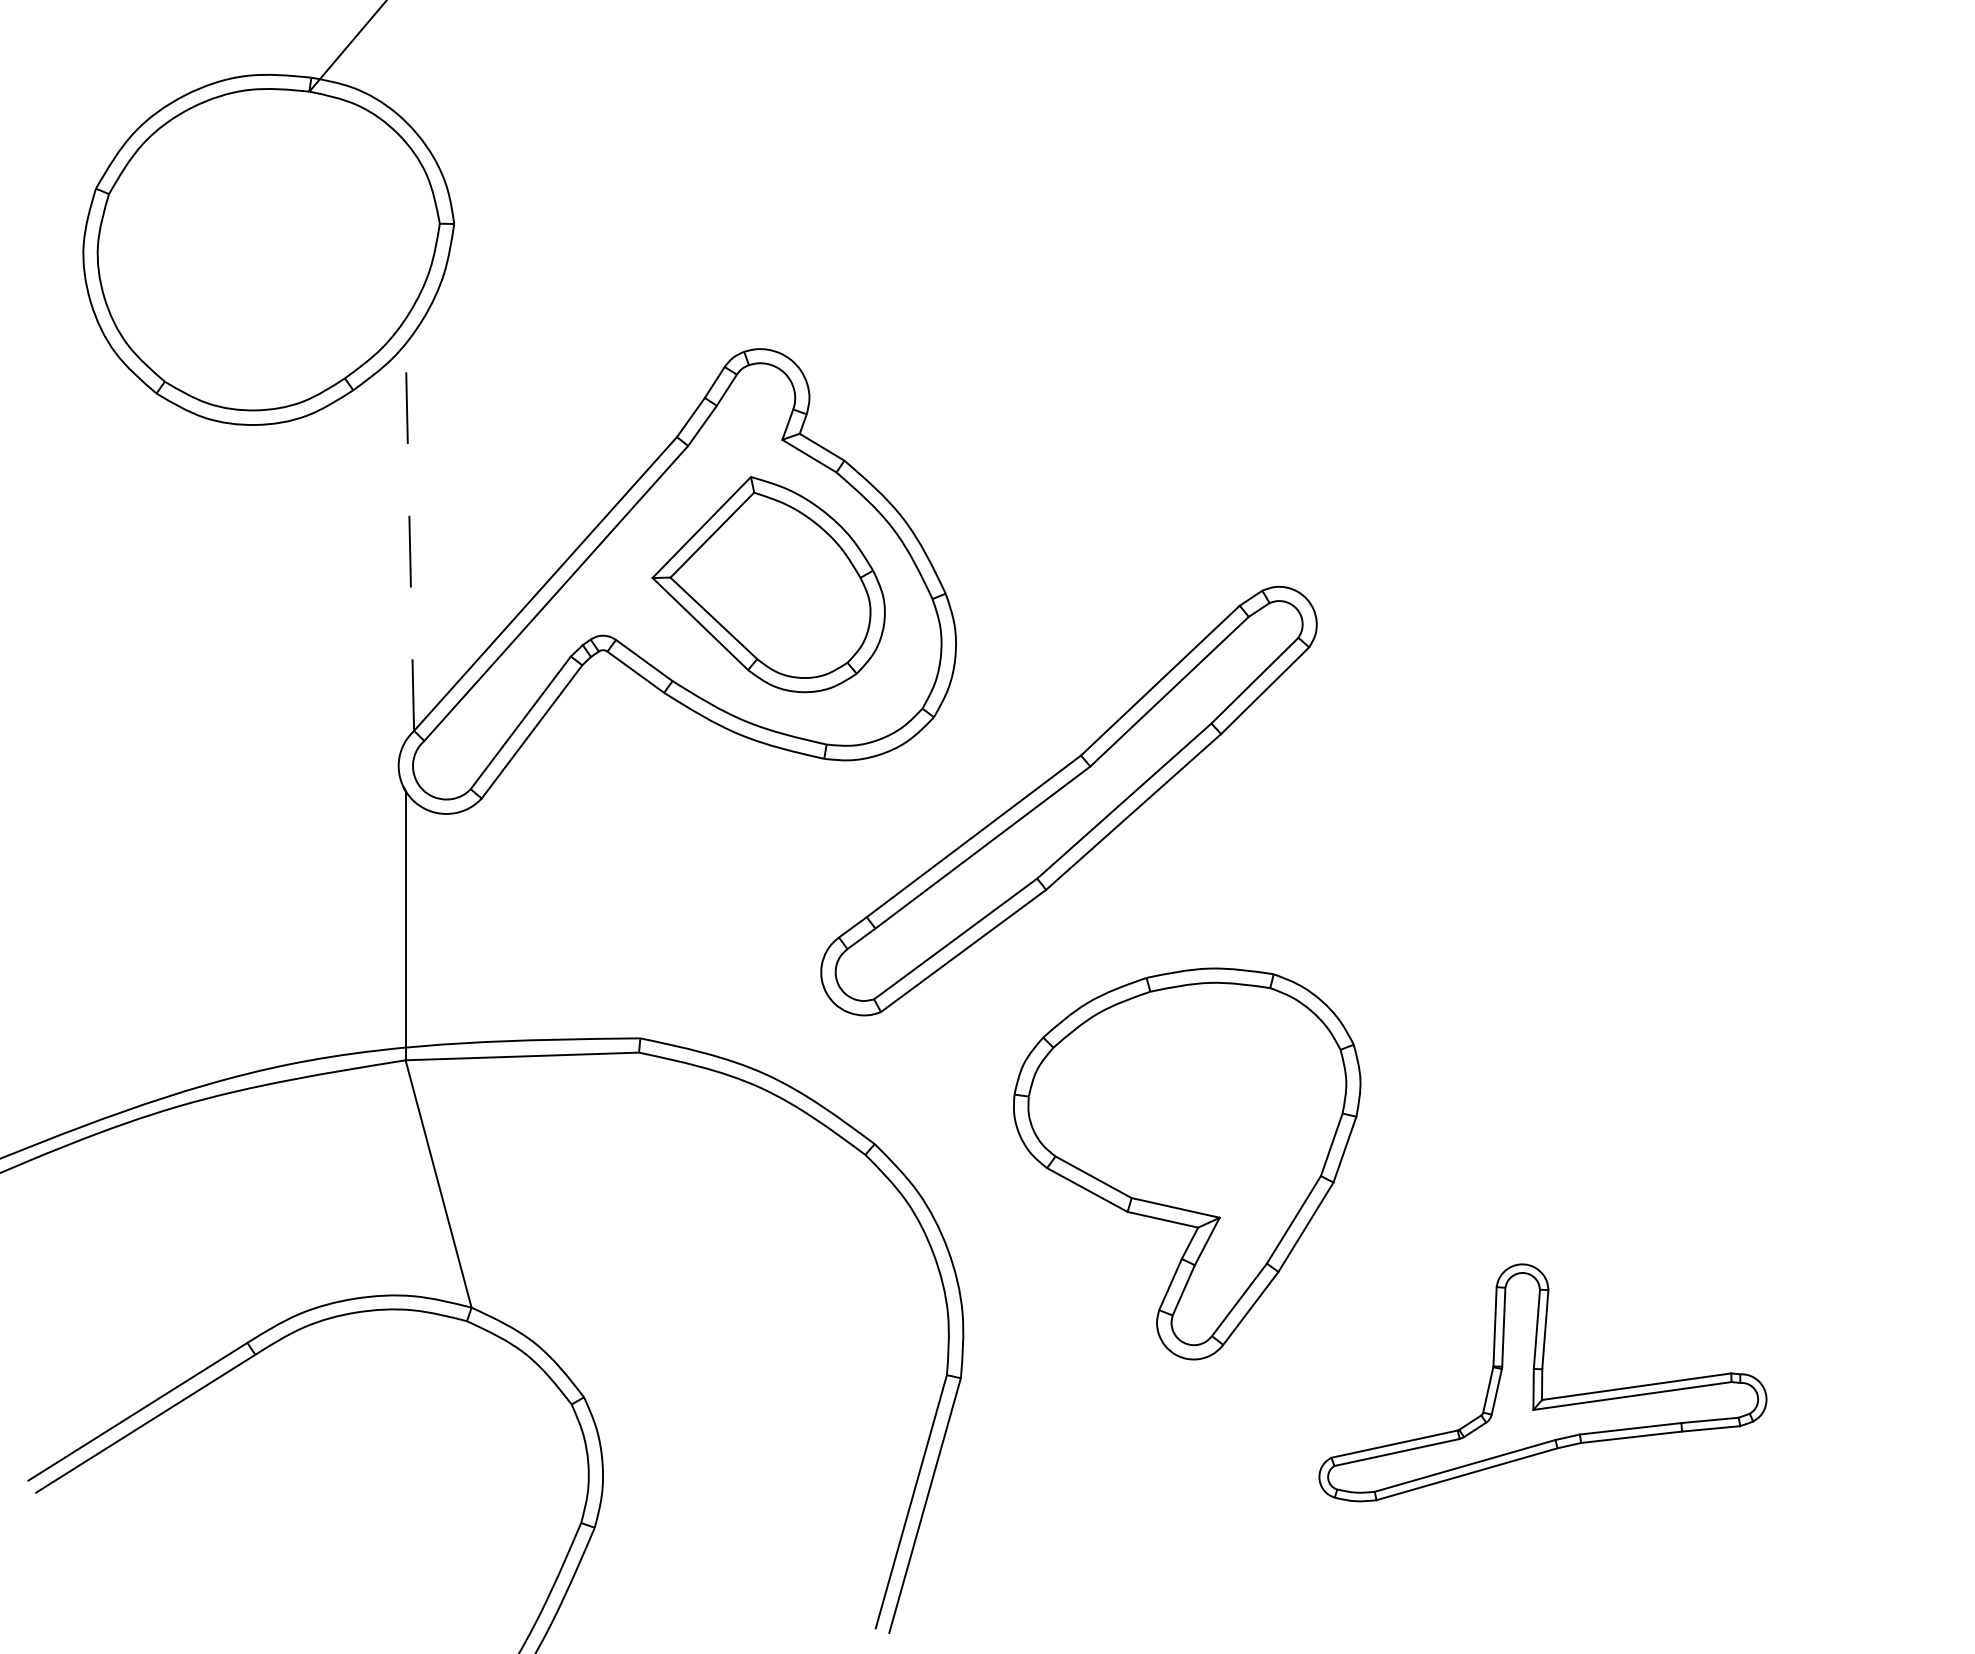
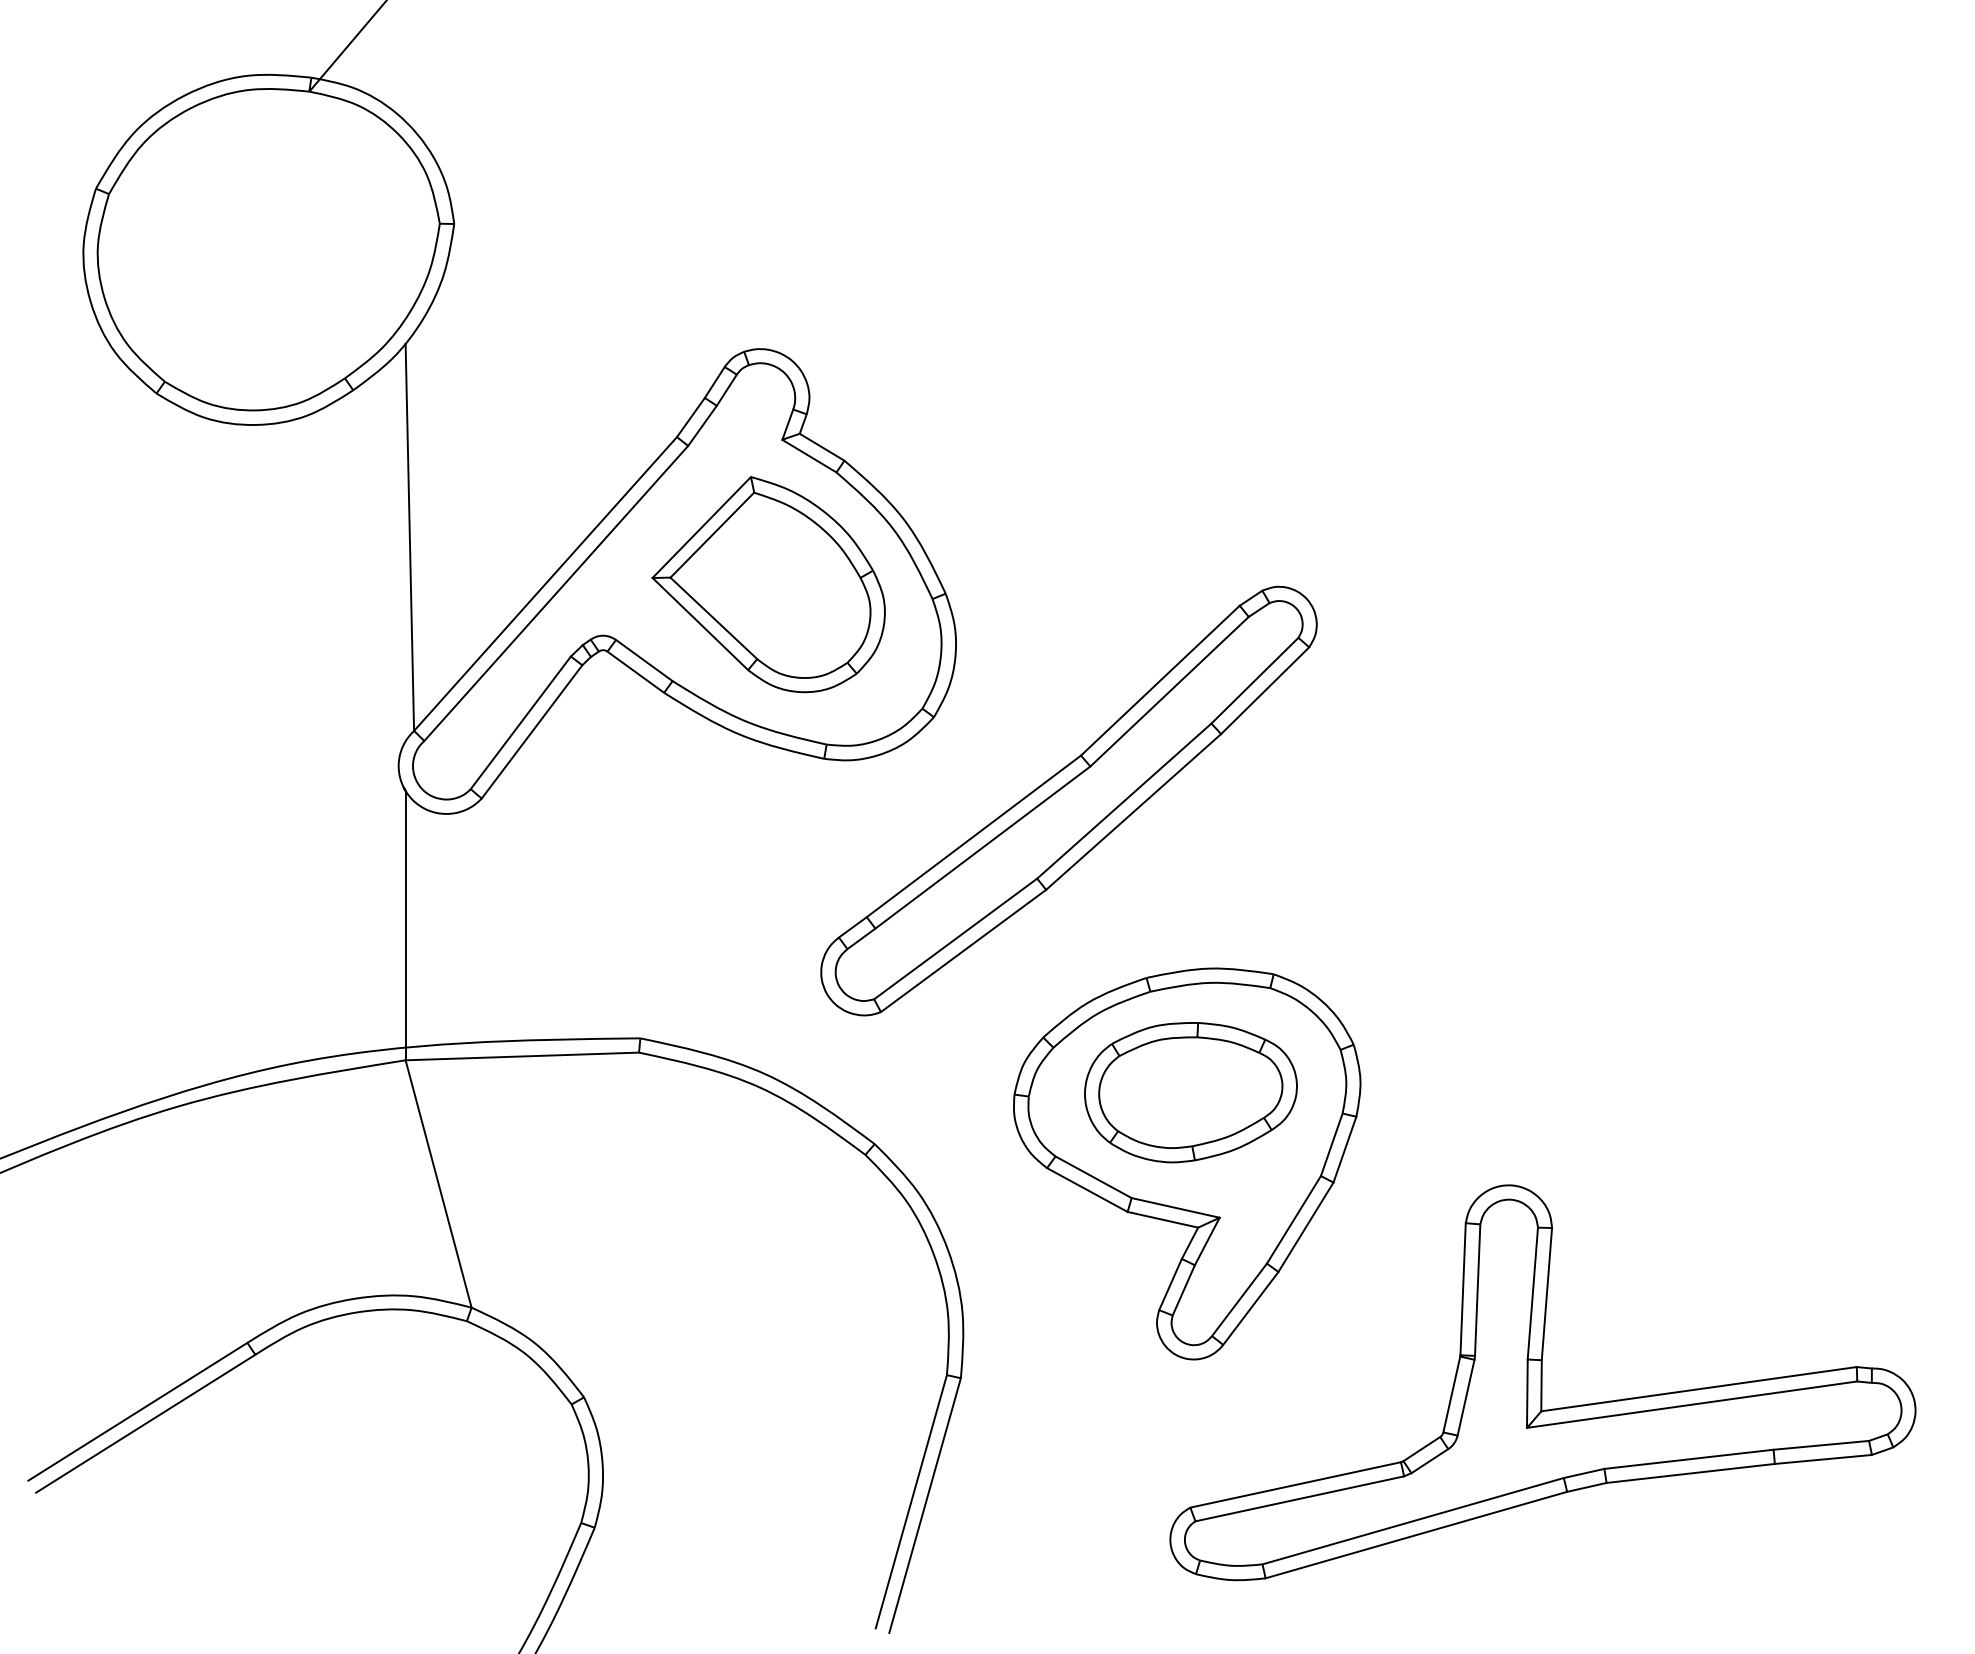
line at (409, 537): dashed -> solid
part at (1190, 1092): none -> present
part at (1542, 1382) size: 450x240 px -> 748x398 px
